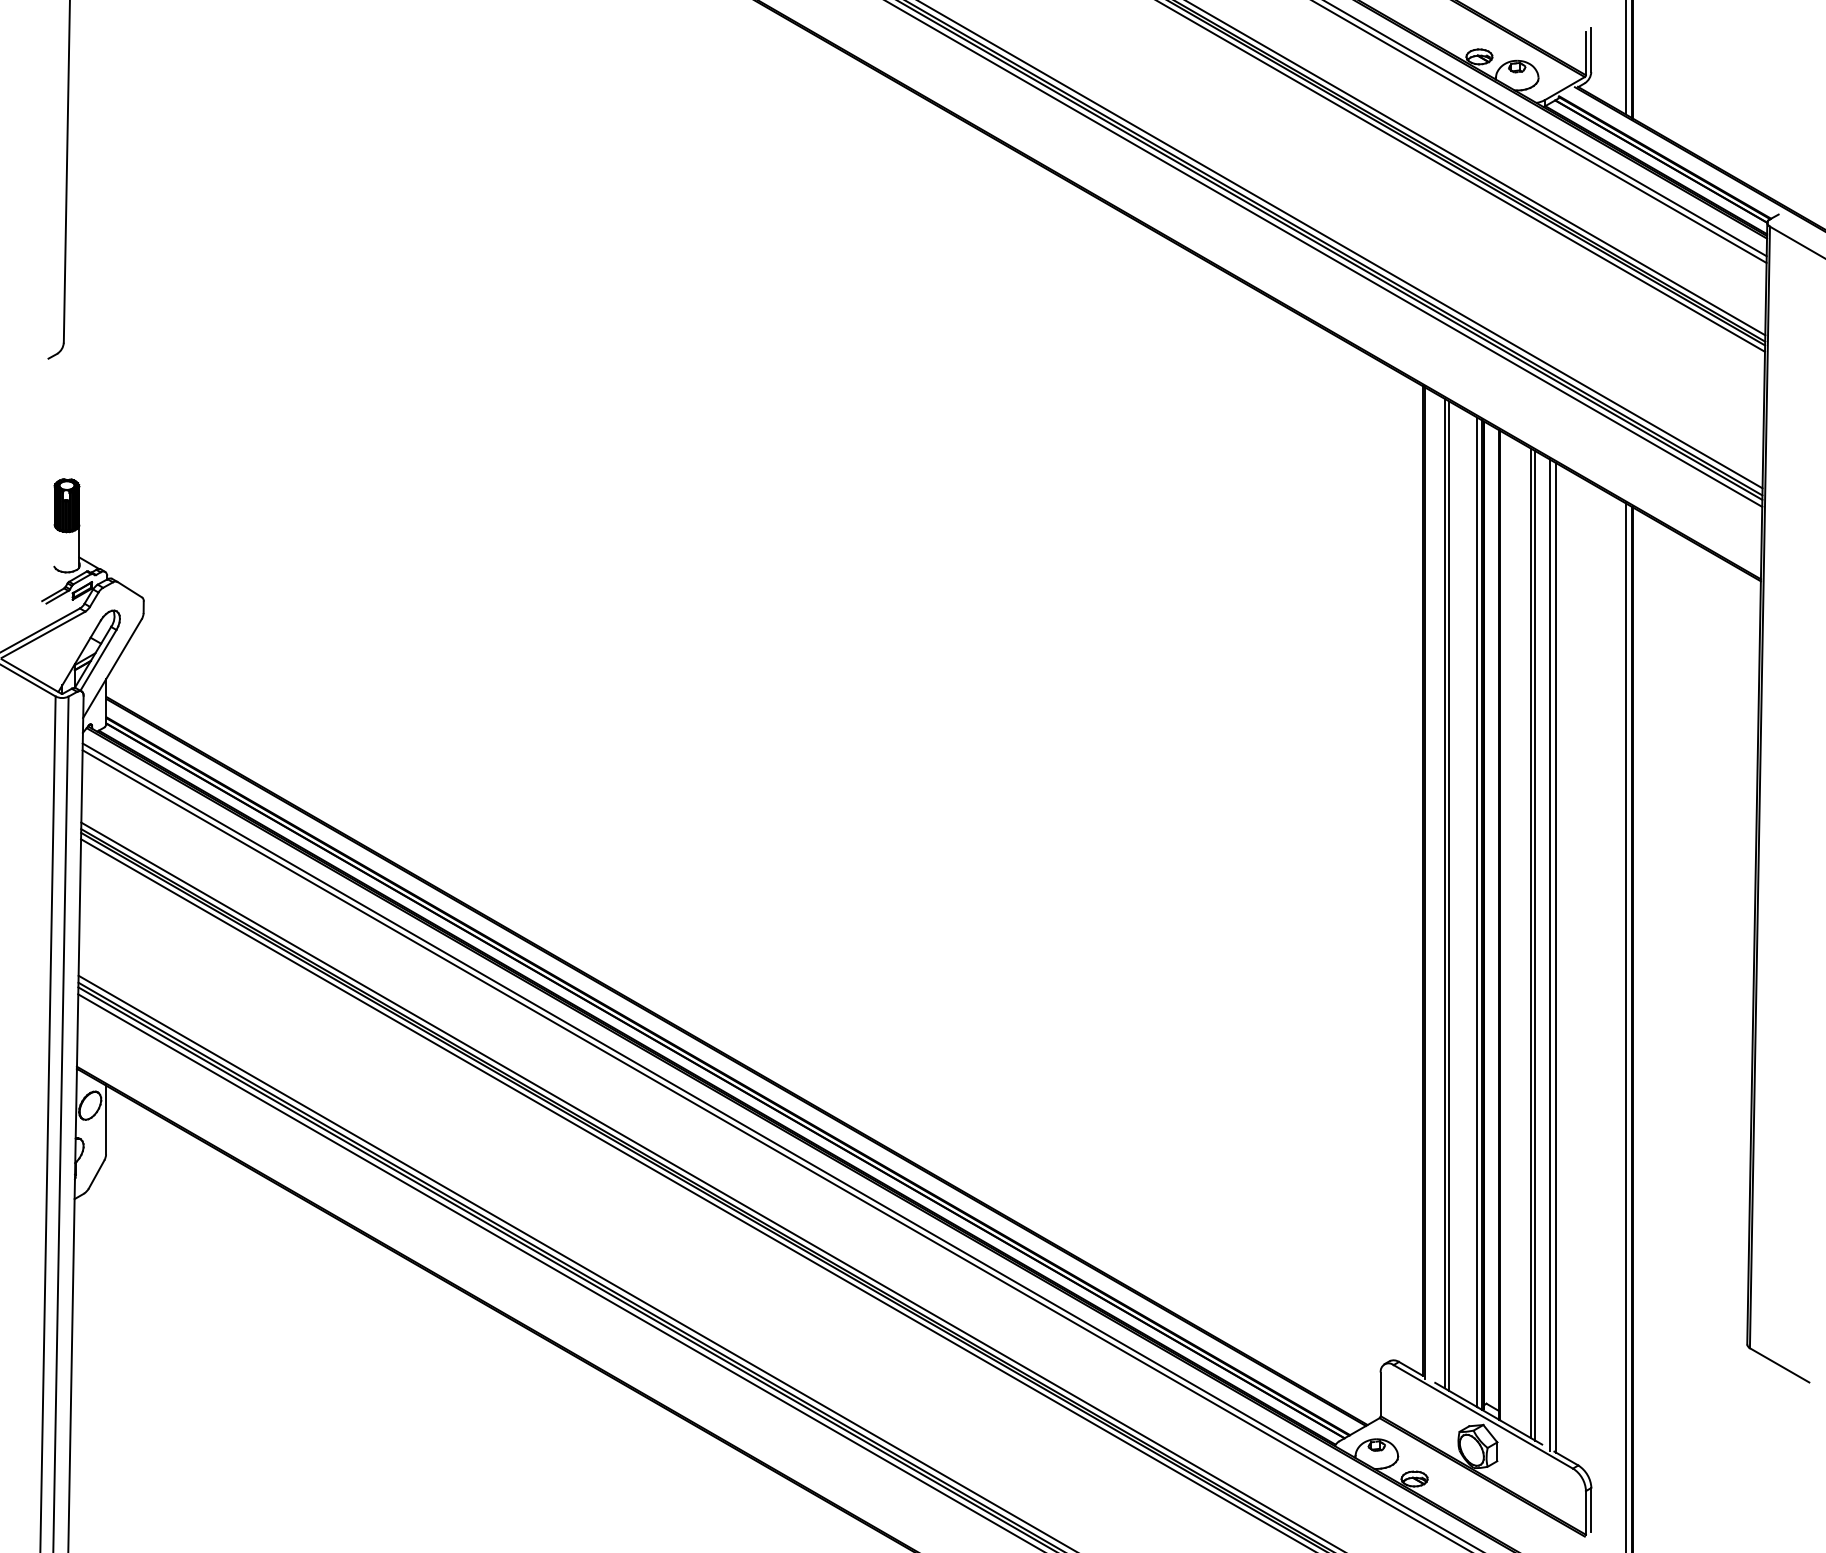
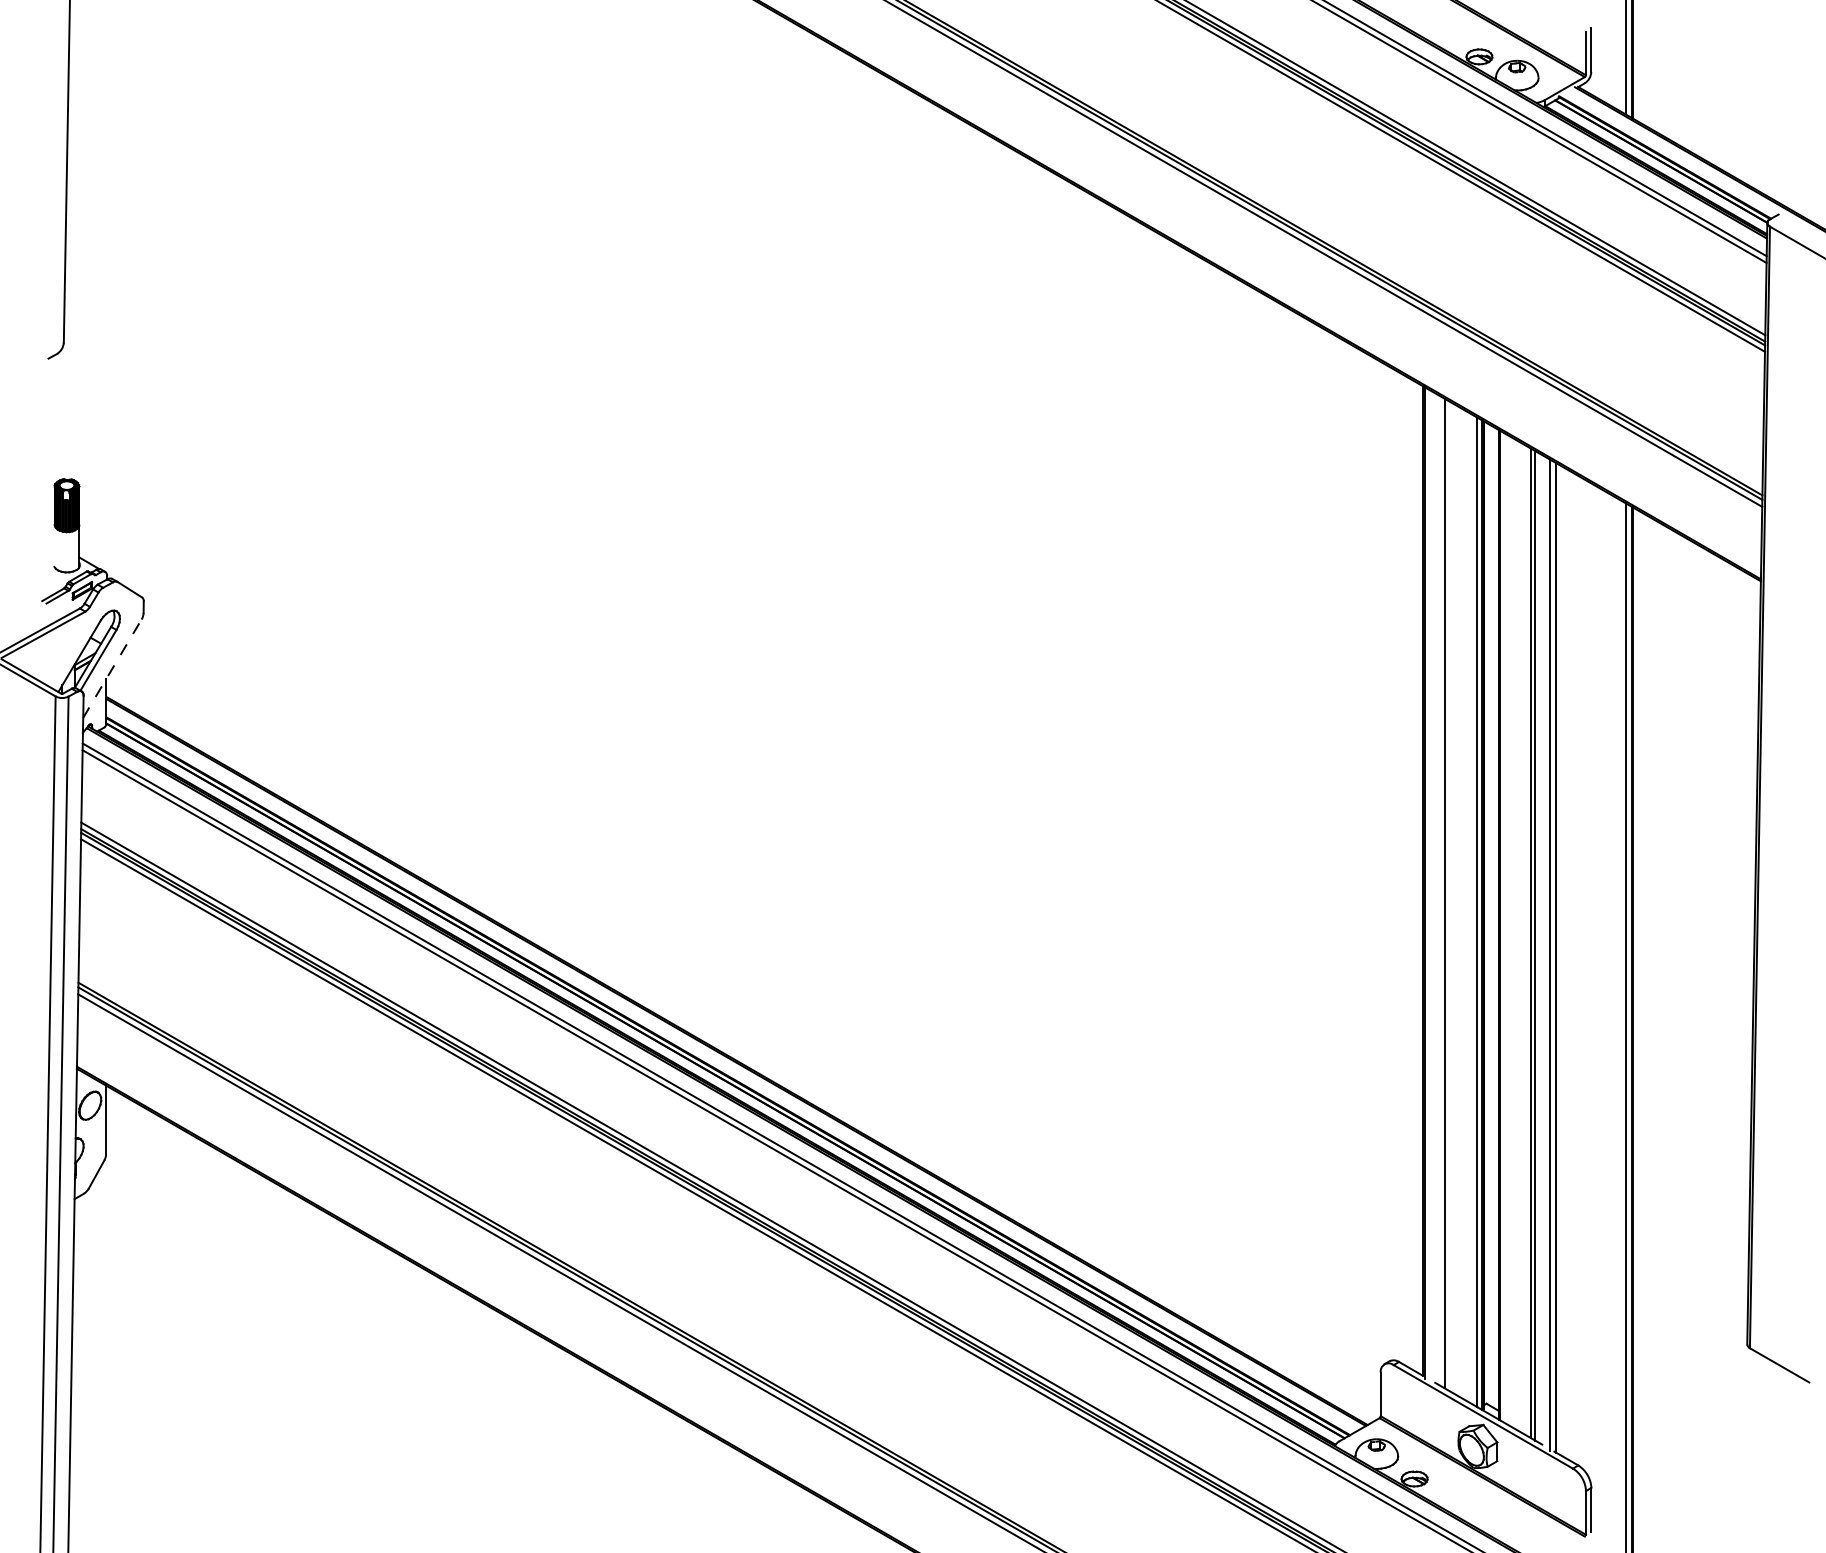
line at (1341, 245): present -> none
line at (112, 668): solid -> dashed
line at (1449, 896): present -> none
line at (575, 1262): present -> none
